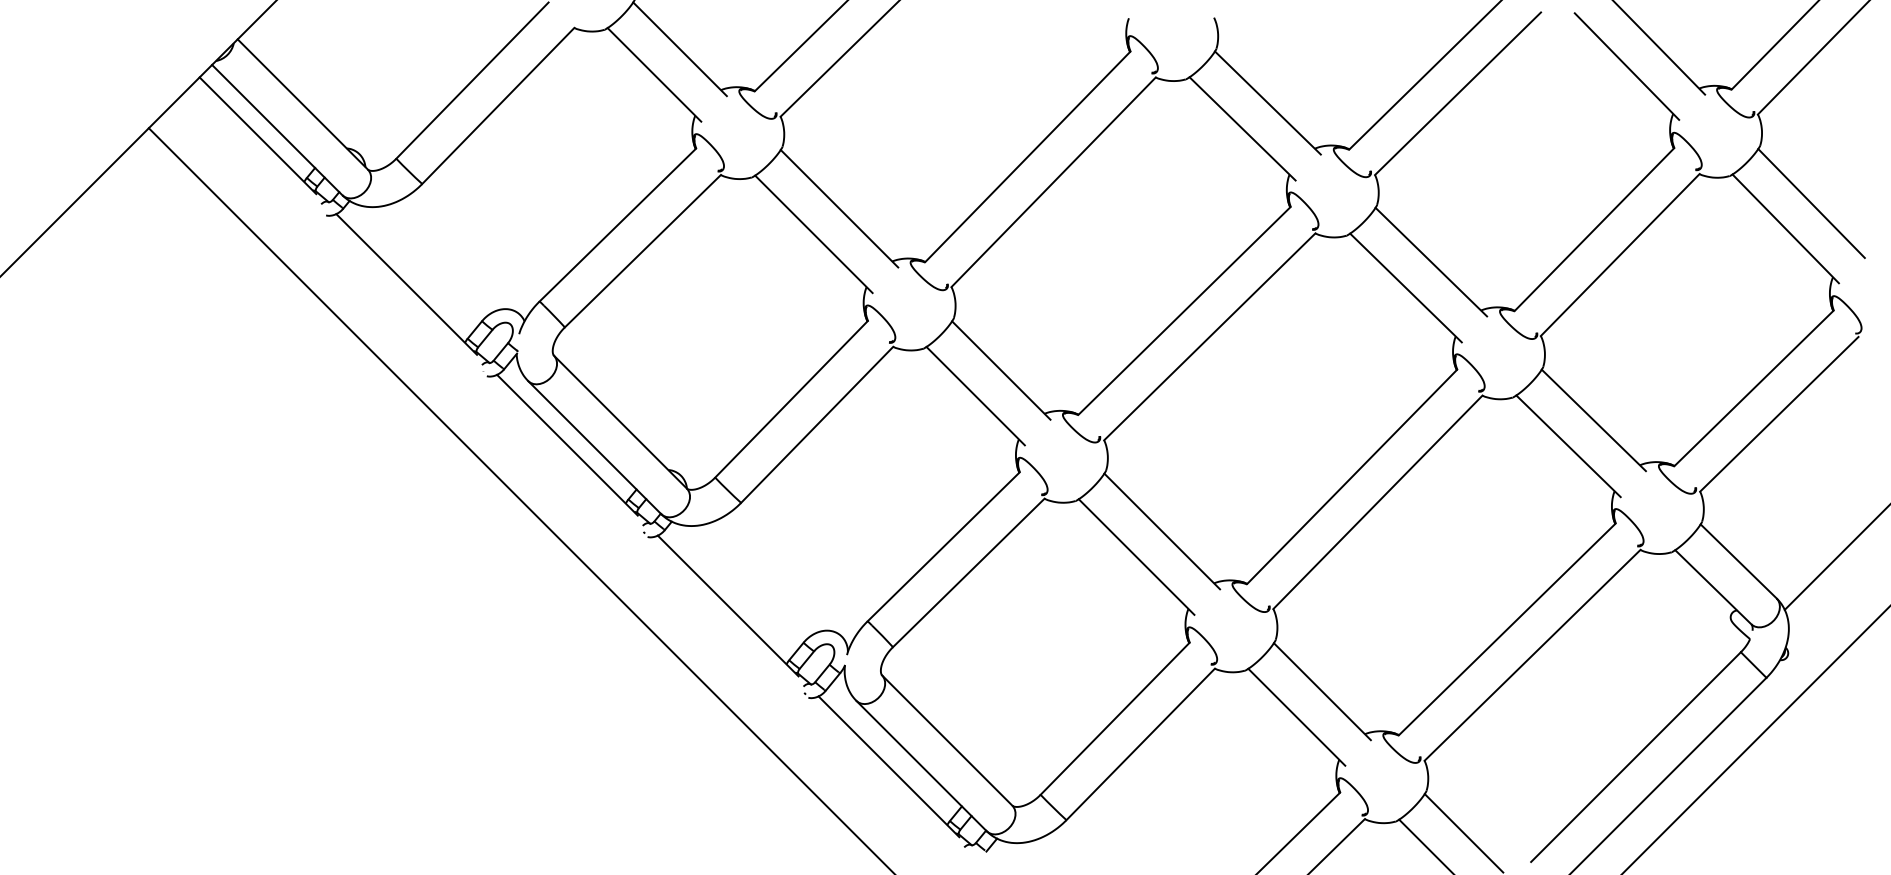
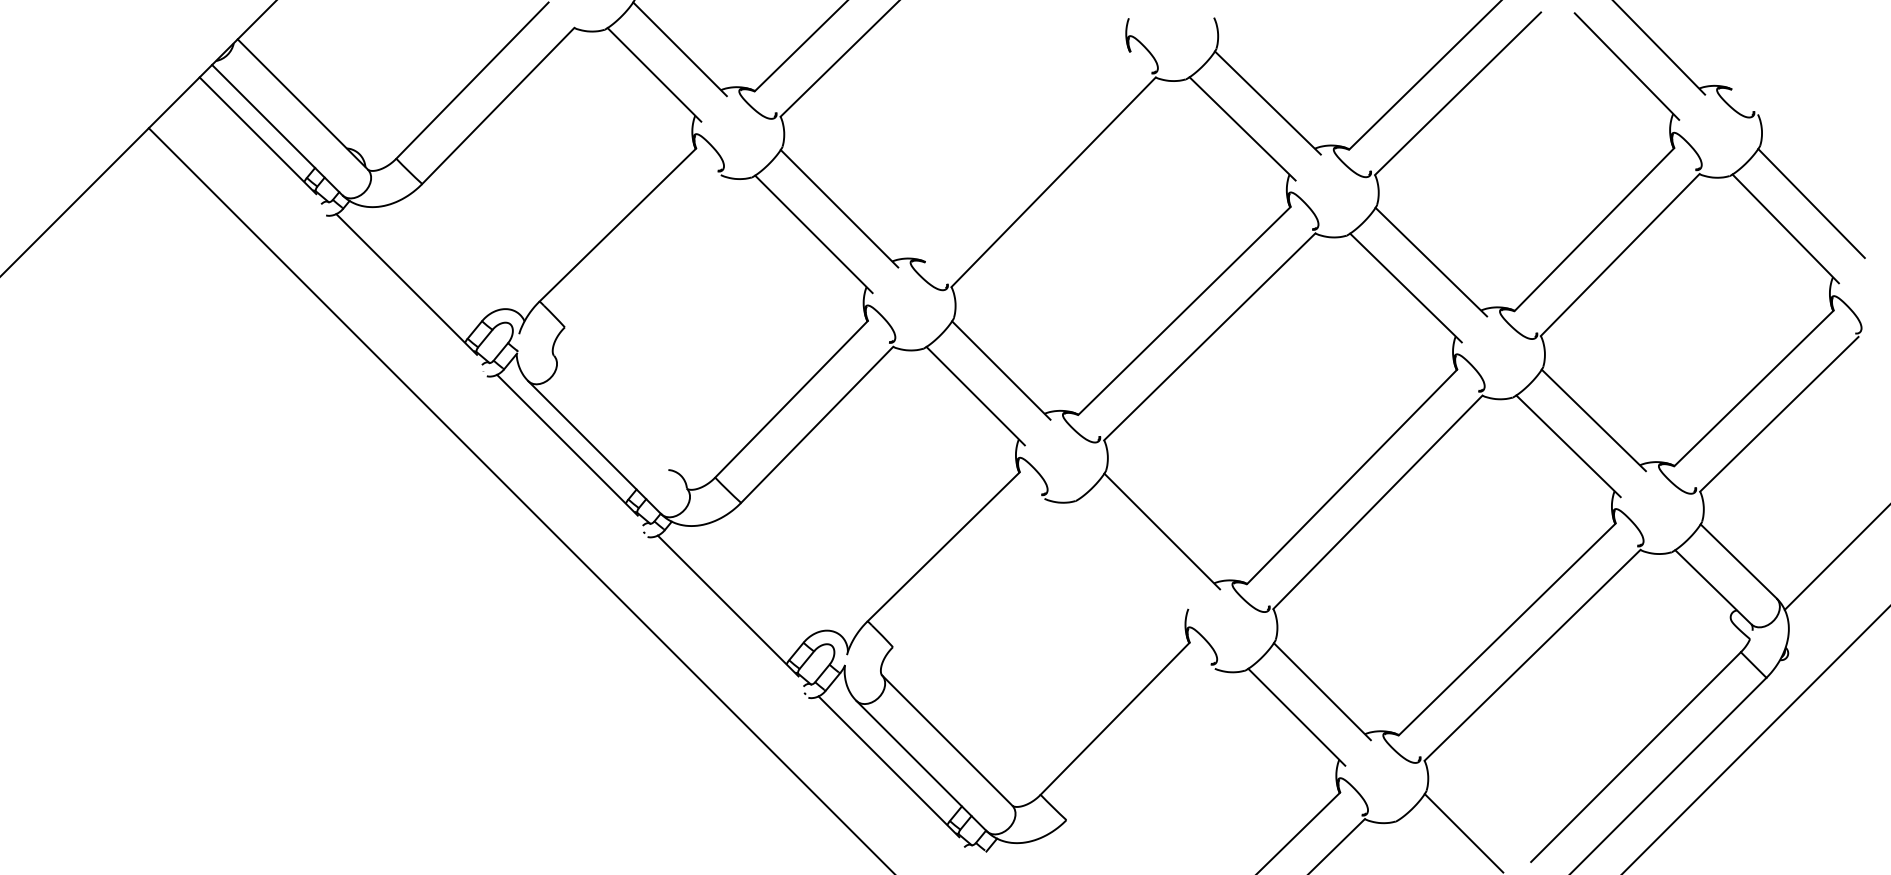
line at (1774, 45): present -> none
line at (1812, 58): present -> none
line at (1027, 156): present -> none
line at (642, 250): present -> none
line at (619, 421): present -> none
line at (1136, 556): present -> none
line at (968, 572): present -> none
line at (1140, 744): present -> none
line at (1425, 845): present -> none
